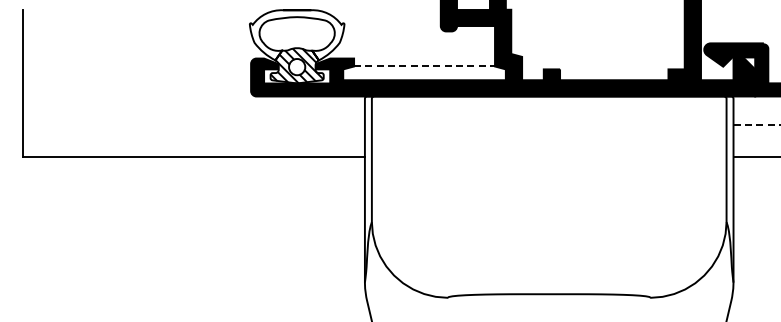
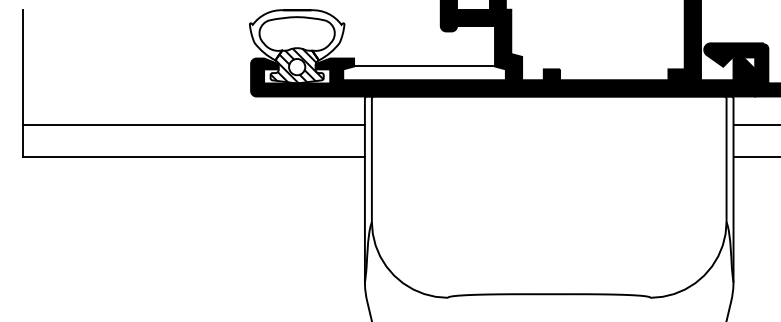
line at (425, 66): dashed -> solid
line at (193, 124): none -> present
line at (757, 124): dashed -> solid
